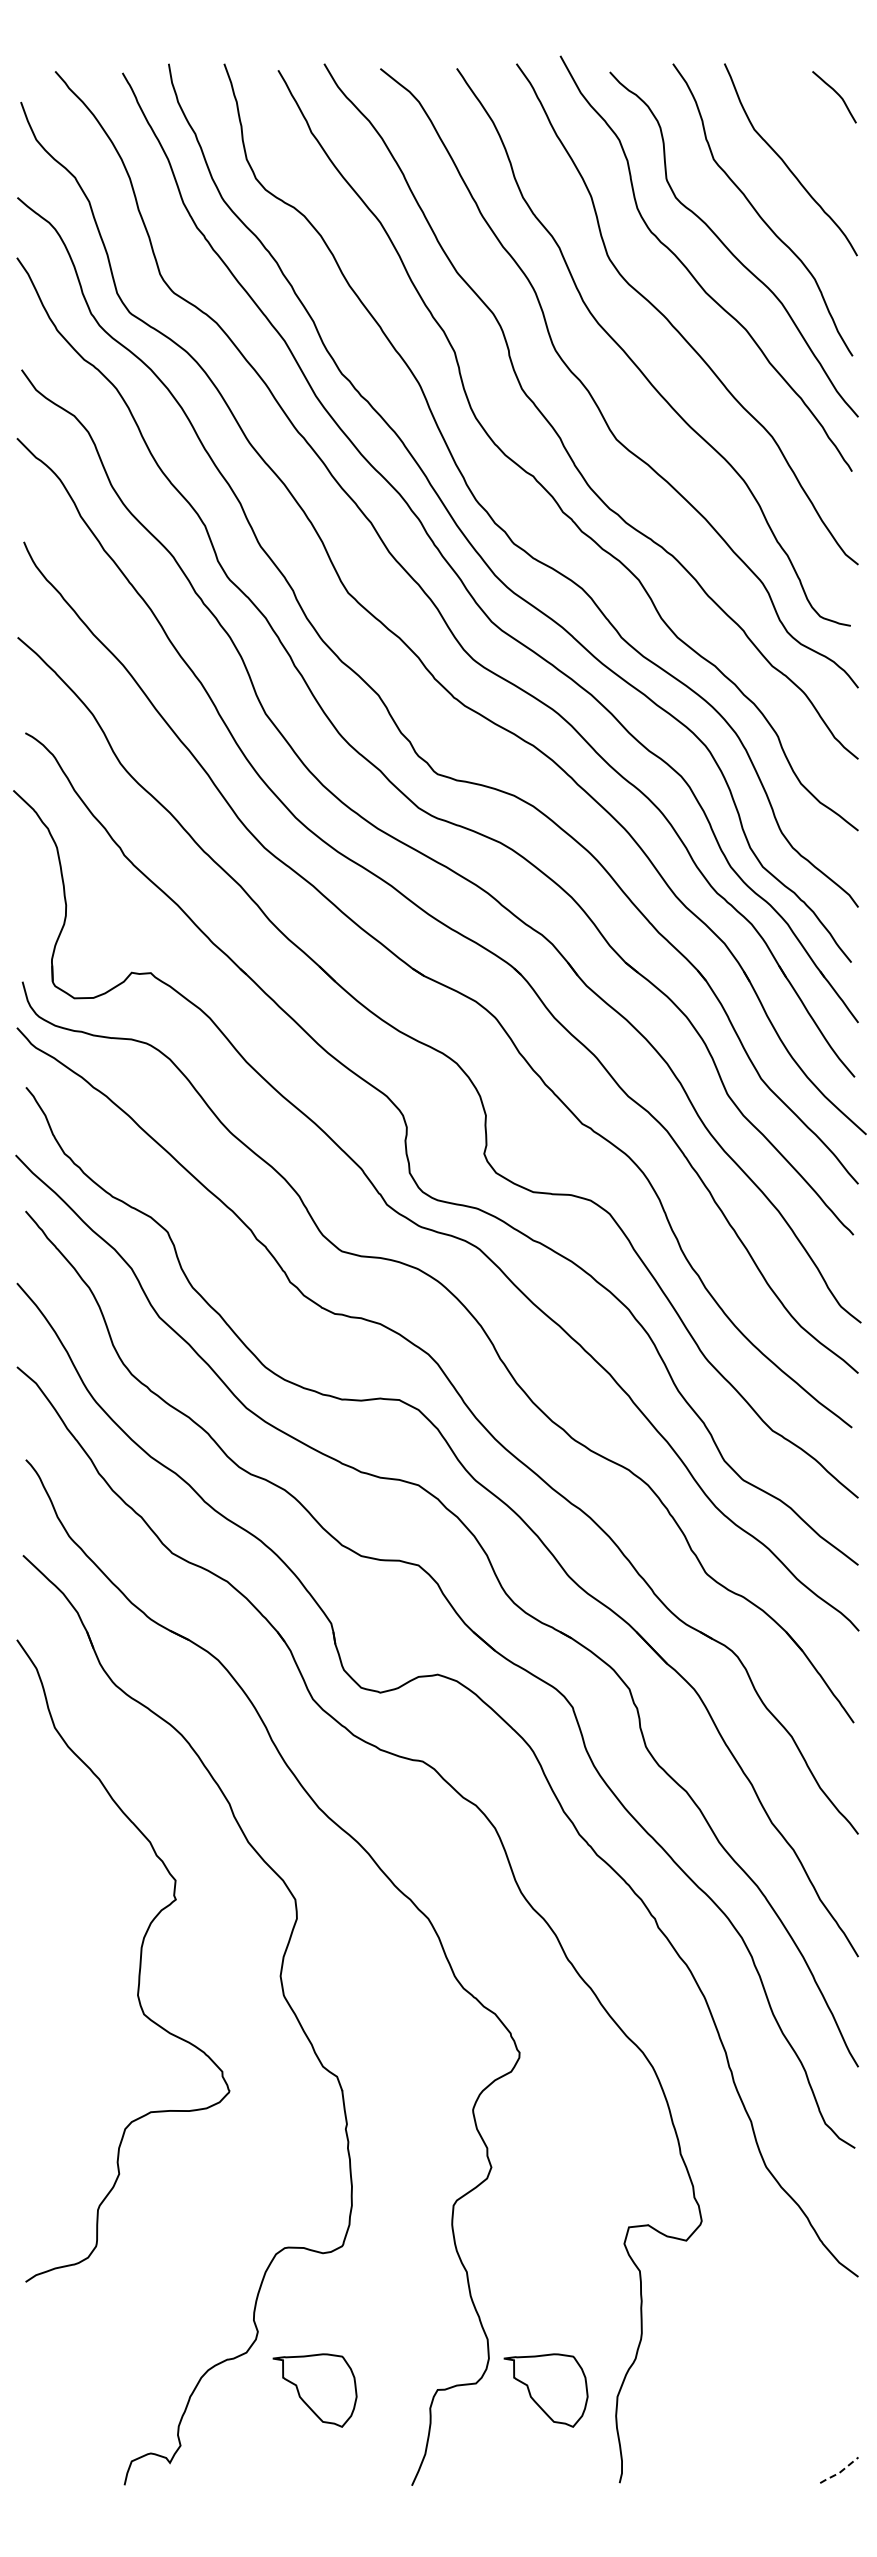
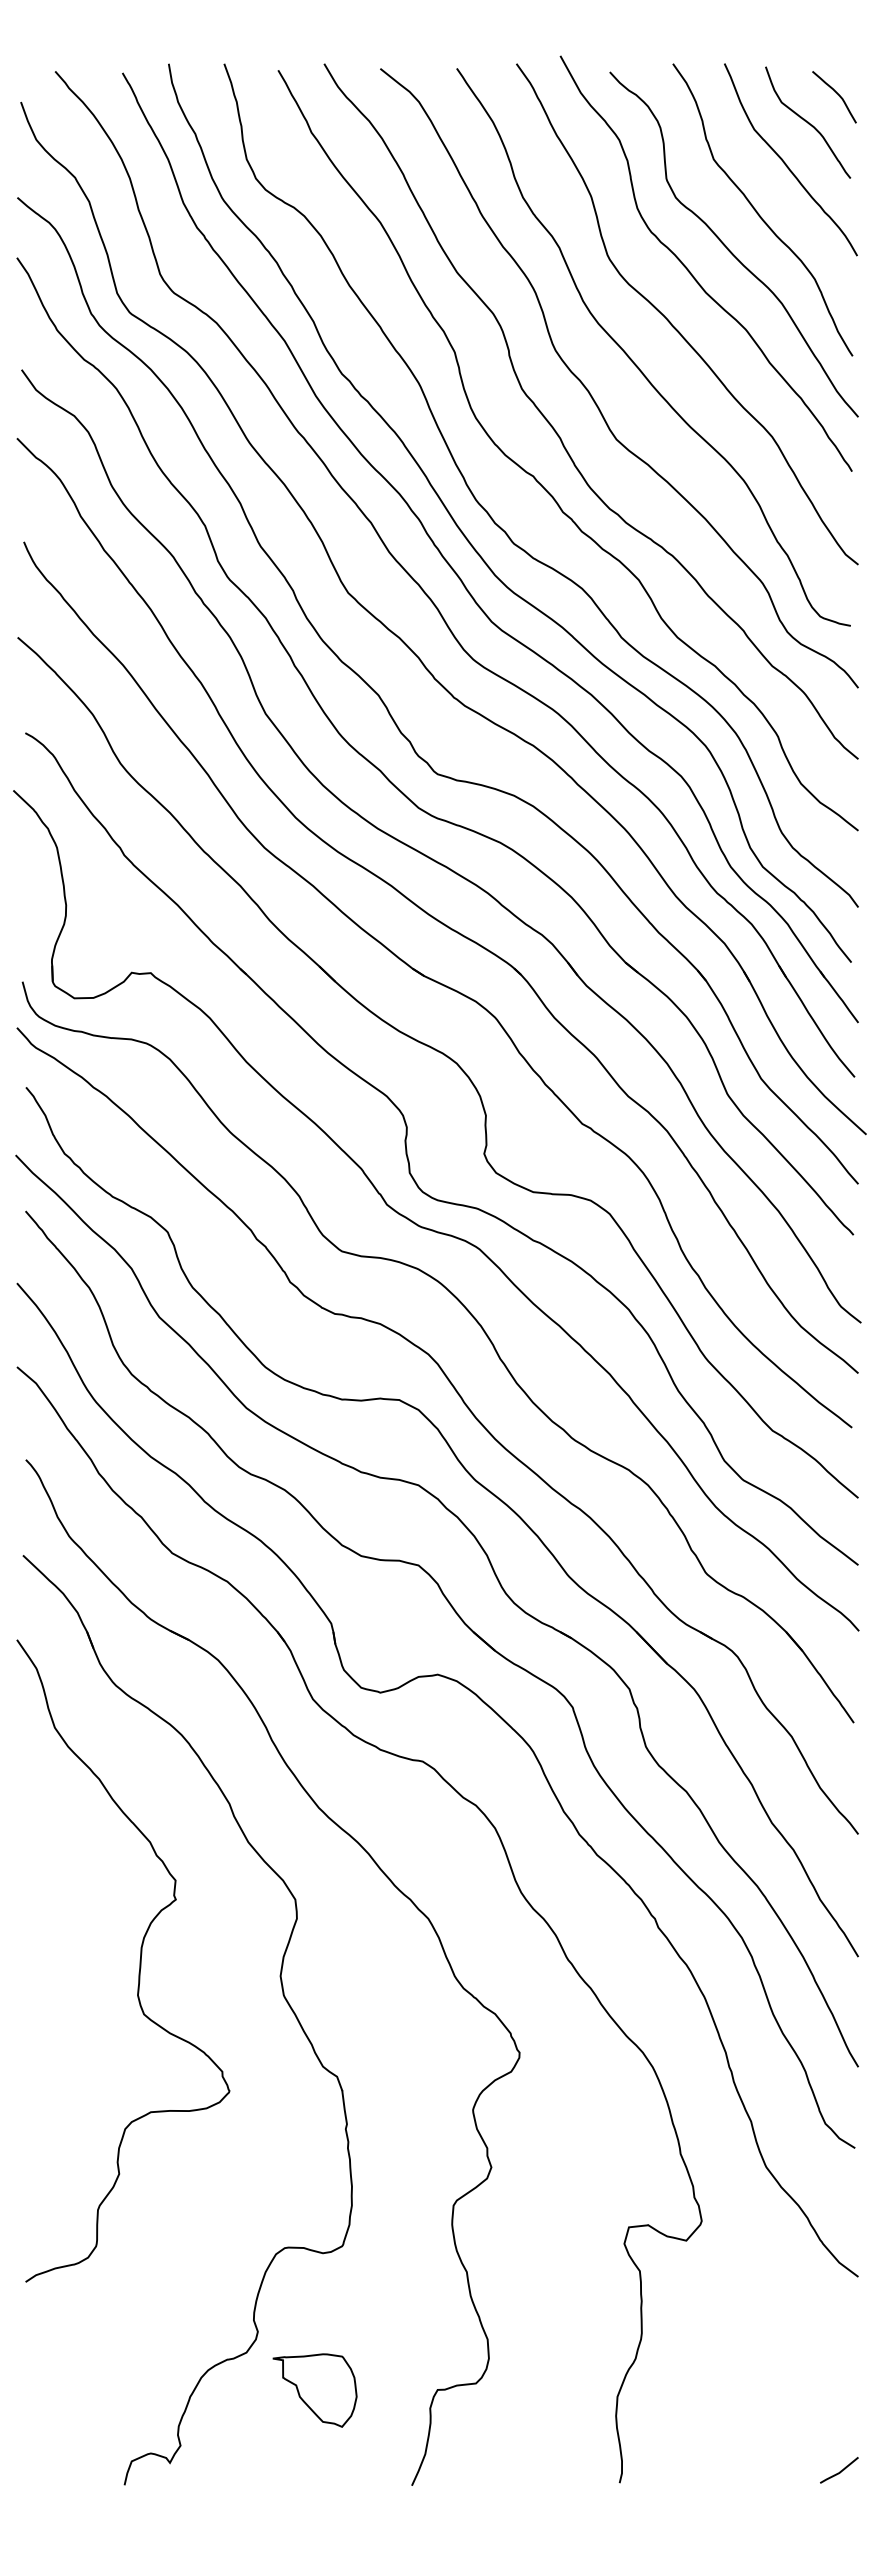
curve at (808, 122): none -> present
part at (545, 2390): present -> none
line at (839, 2473): dashed -> solid
